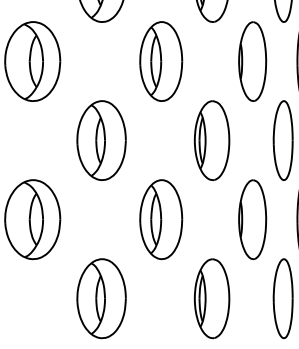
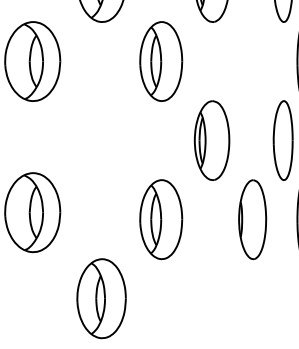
part at (252, 61): present -> none
part at (101, 140): present -> none
part at (32, 219) position: (32, 219) -> (32, 212)
part at (211, 298): present -> none
part at (282, 298): present -> none
